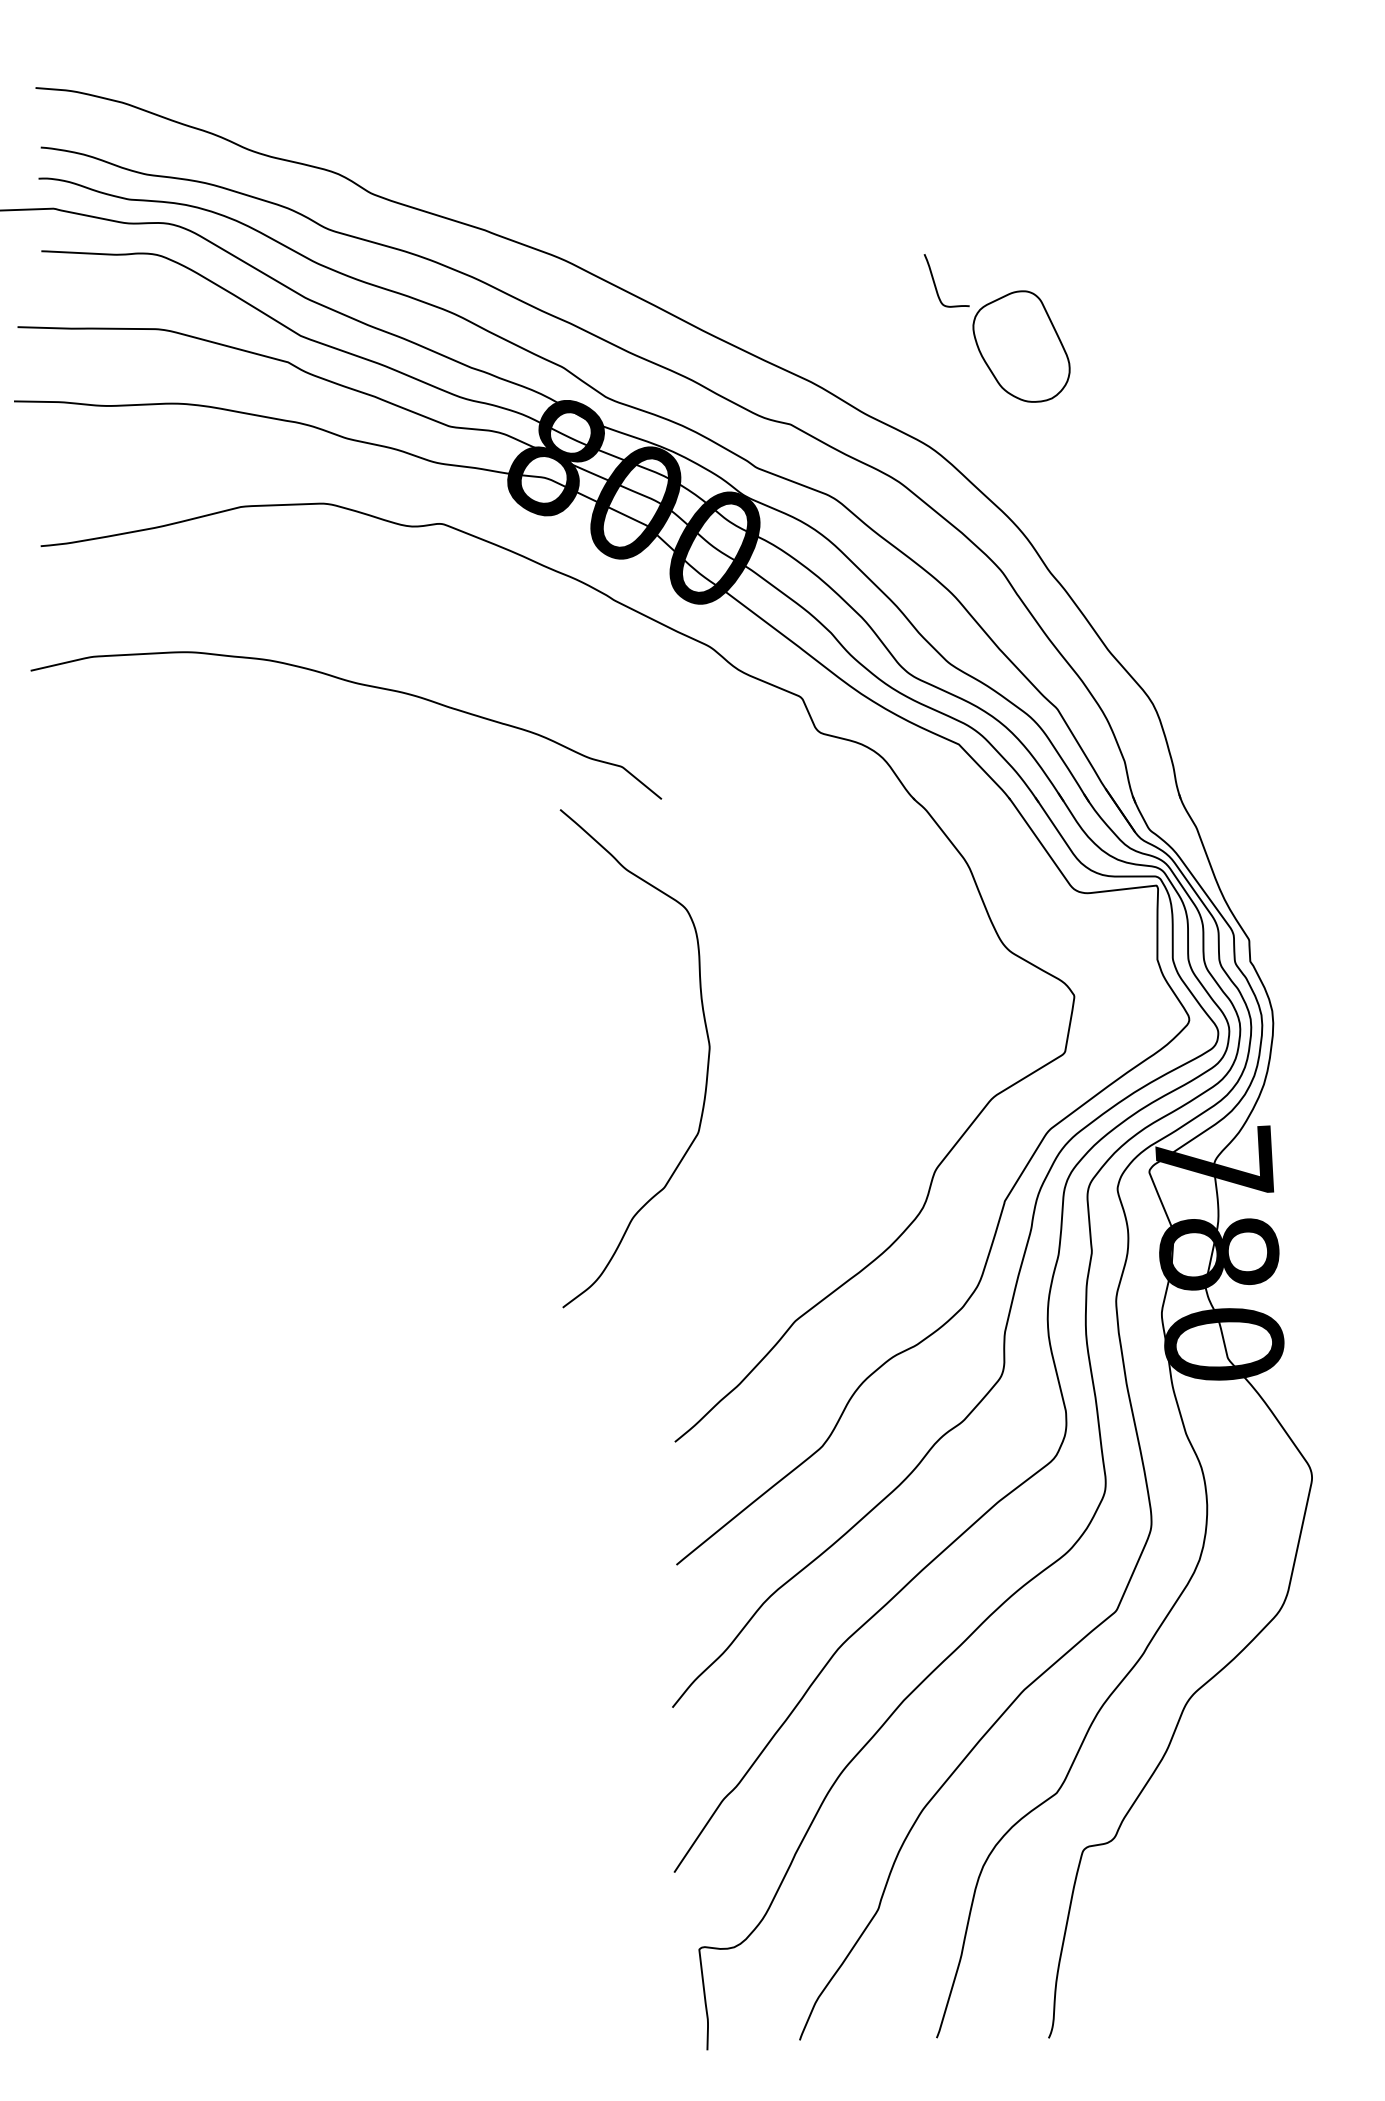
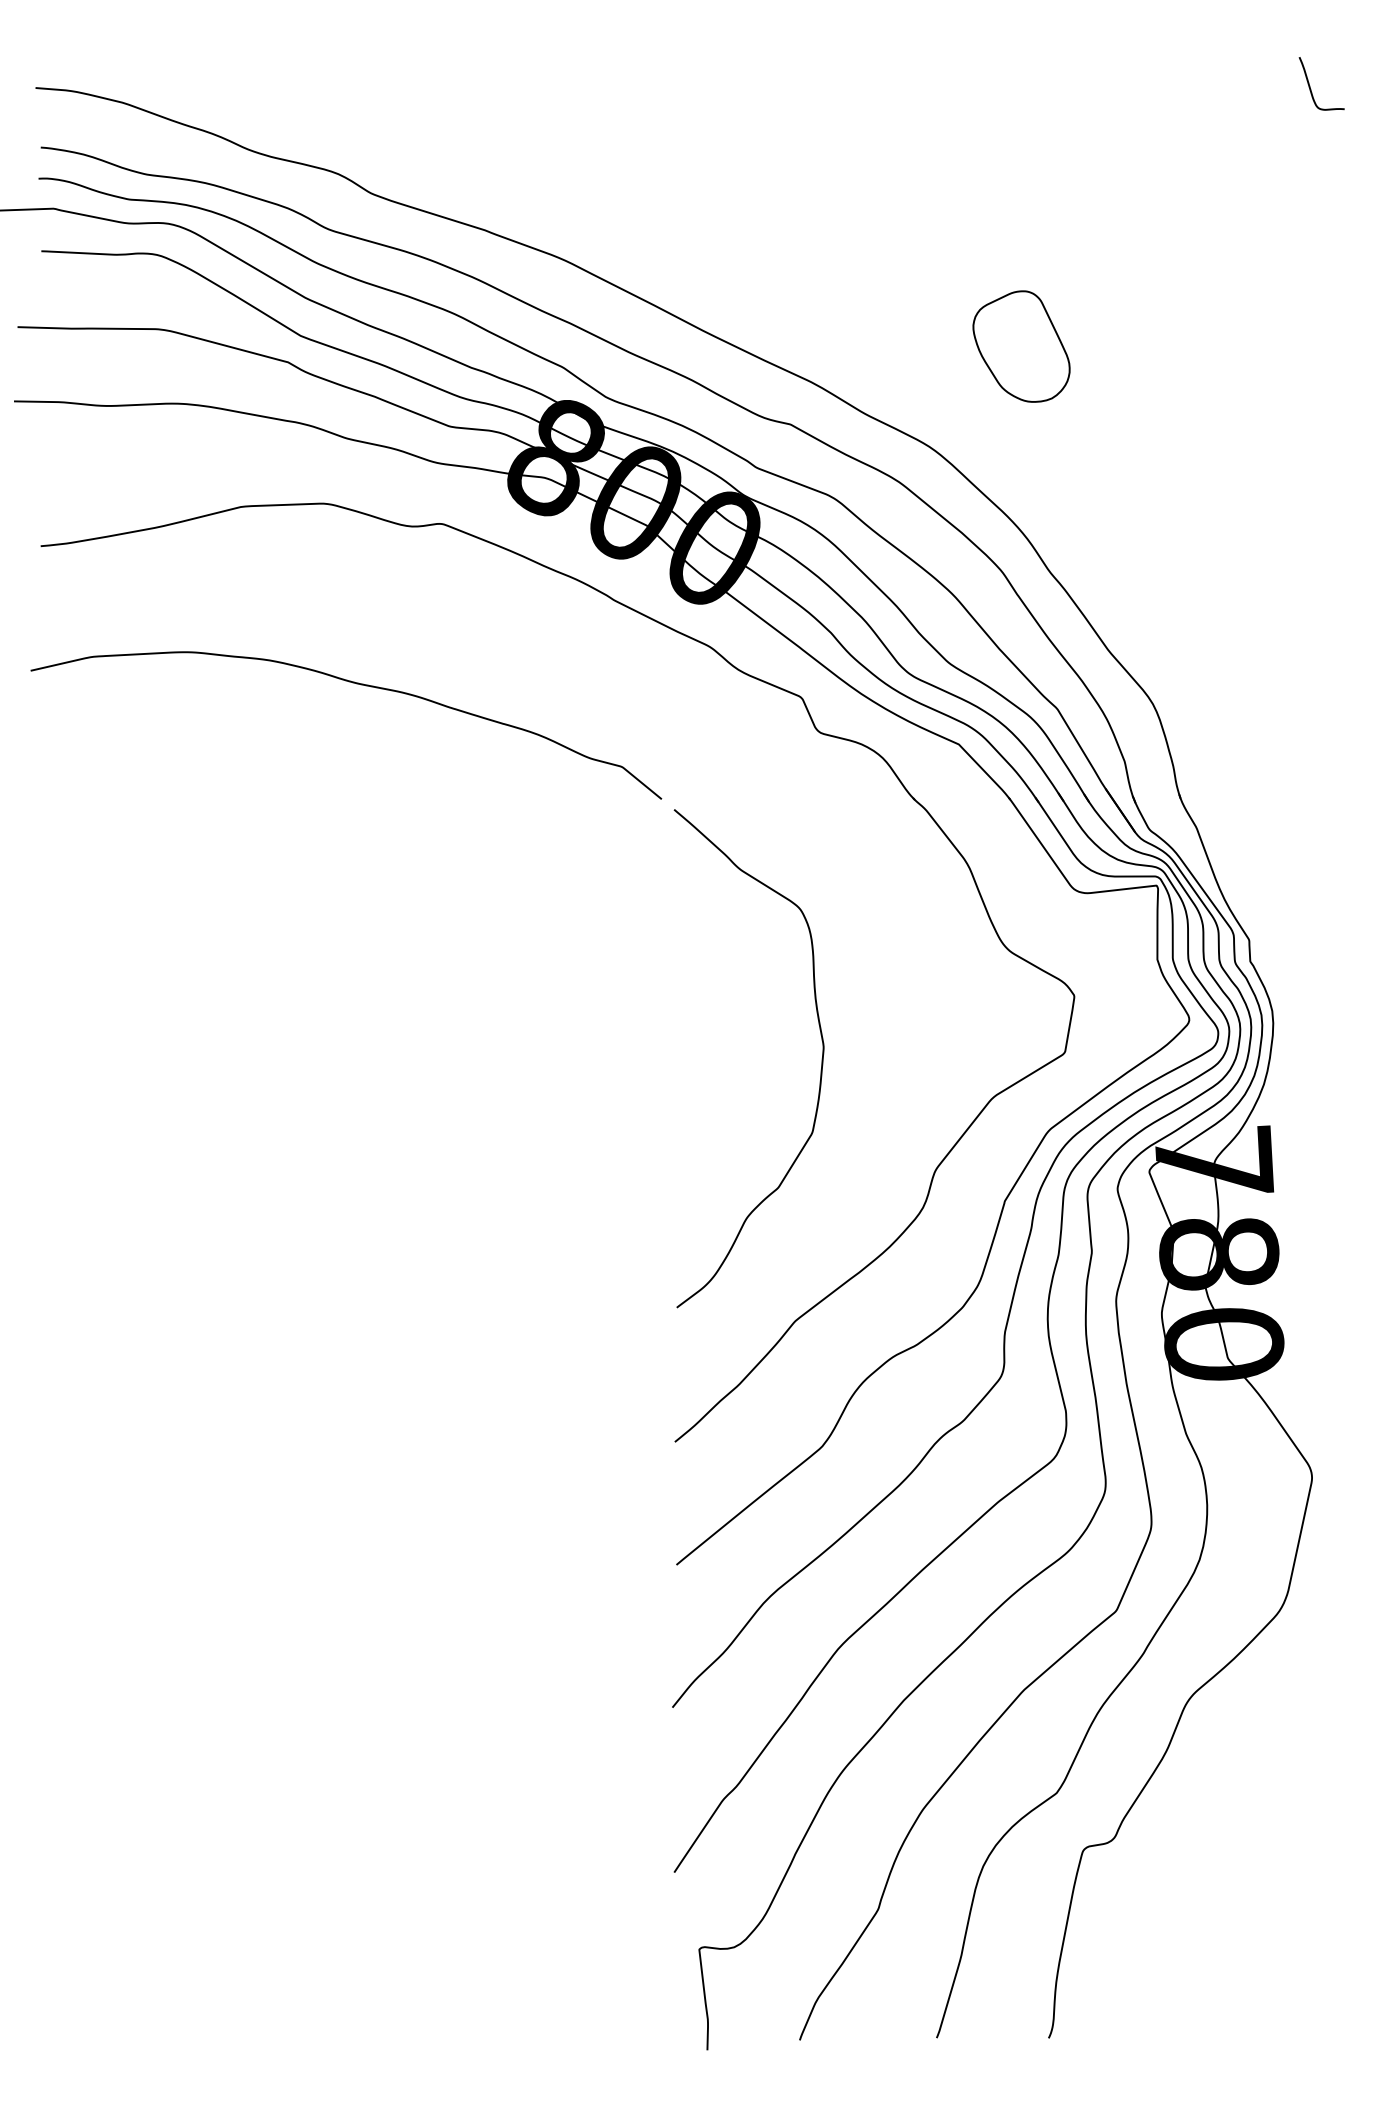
curve at (935, 282) position: (935, 282) -> (1310, 85)
curve at (706, 1070) position: (706, 1070) -> (820, 1070)
